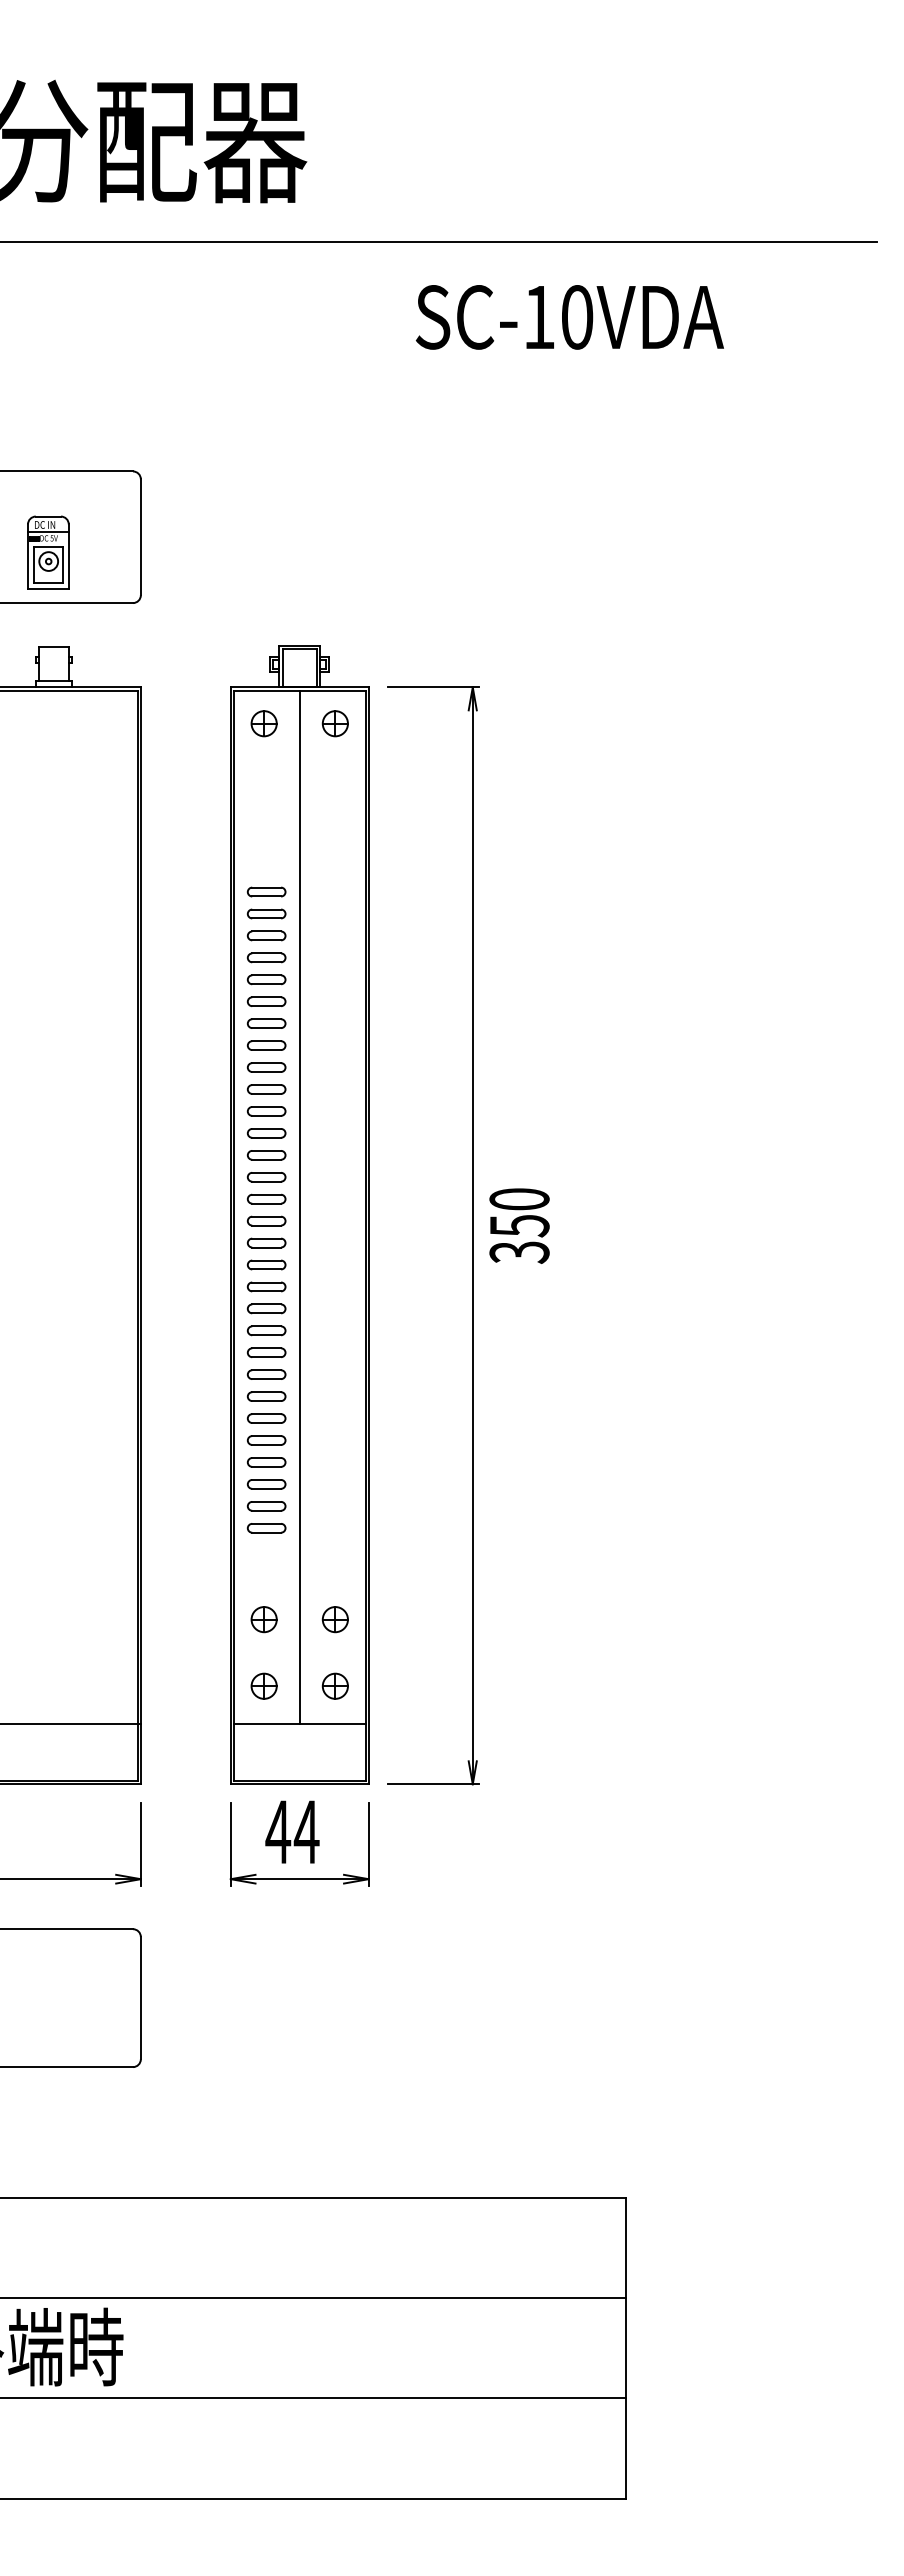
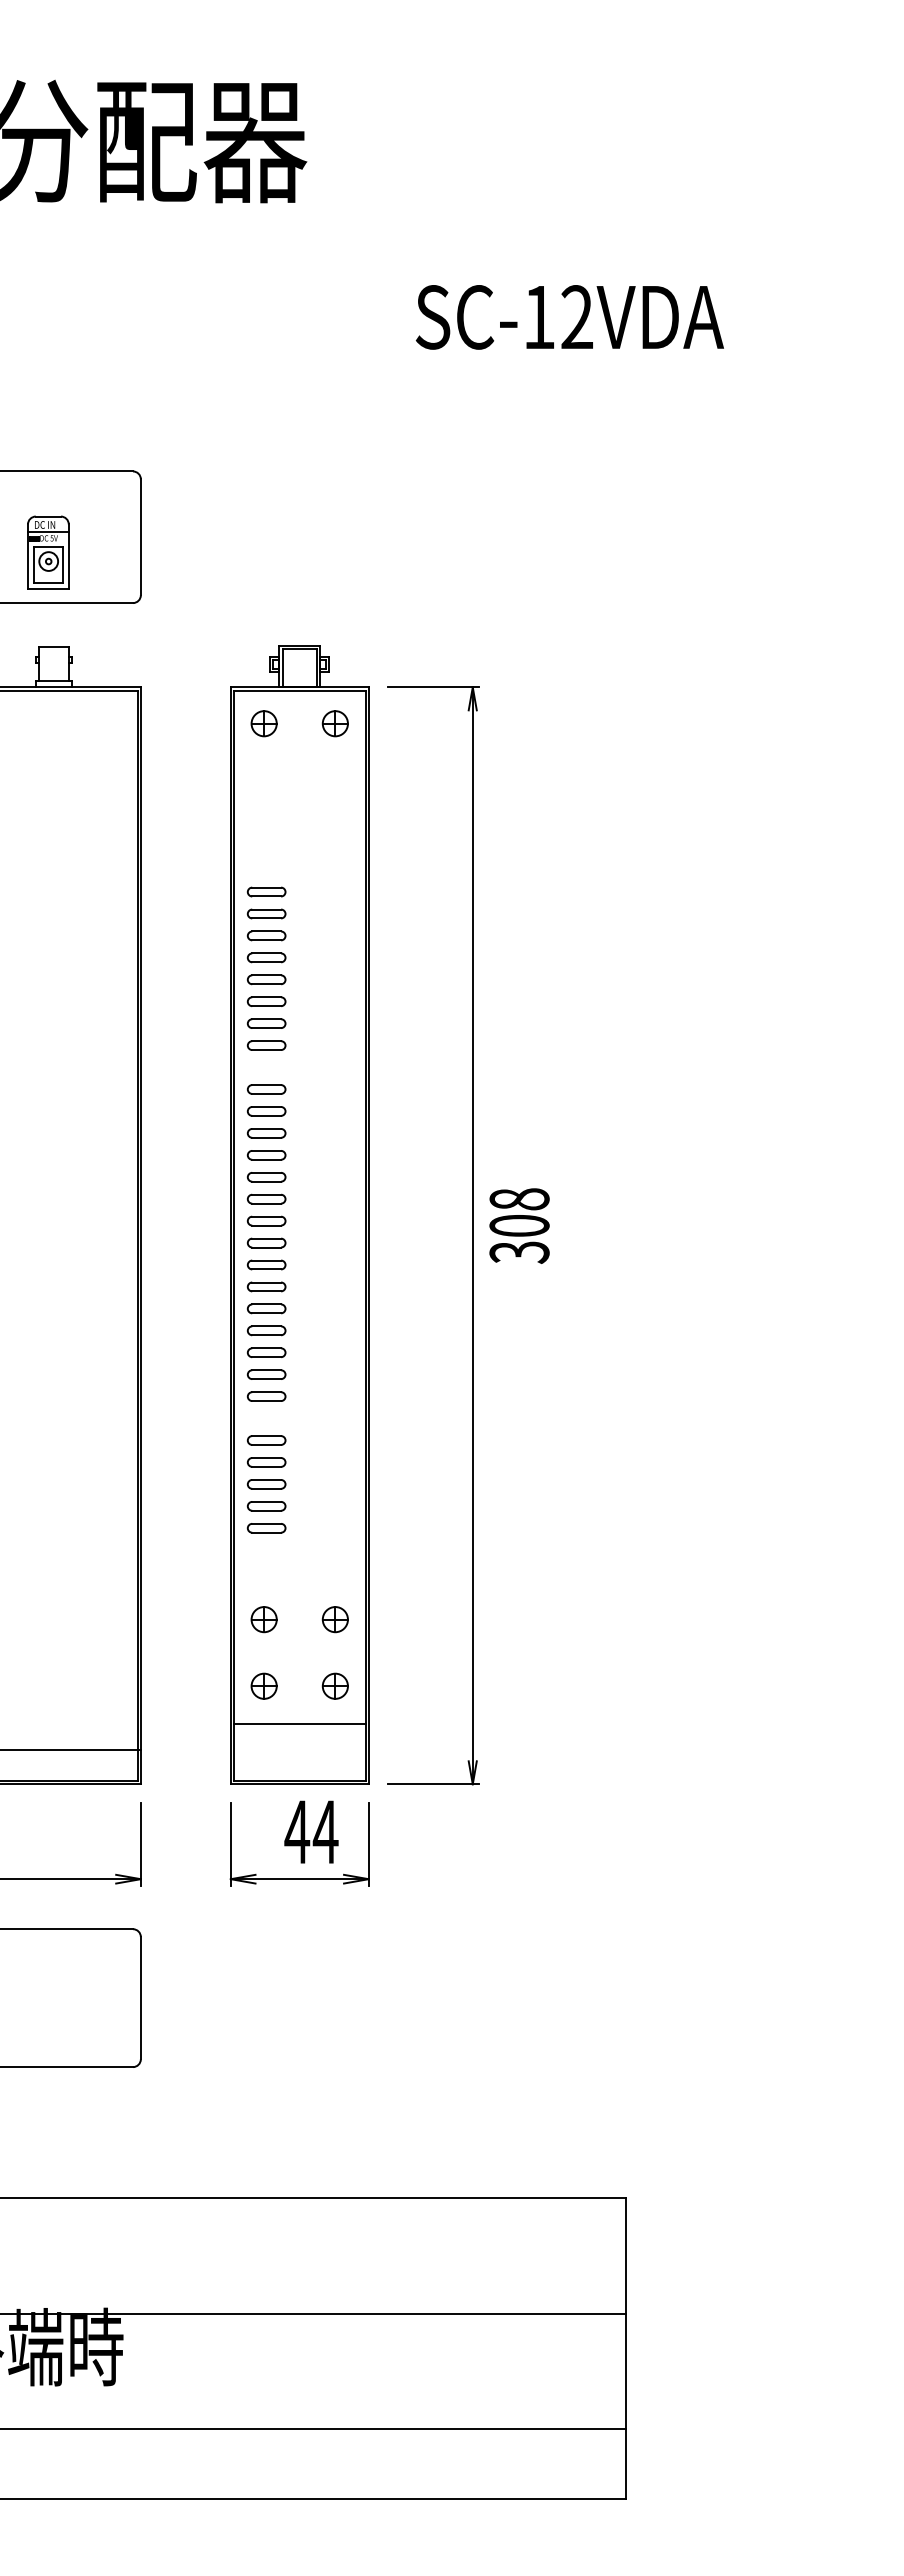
line at (439, 242): present -> none
text at (577, 317): SC-10VDA -> SC-12VDA
part at (266, 1067): present -> none
line at (299, 1206): present -> none
text at (519, 1212): 350 -> 308
part at (266, 1418): present -> none
line at (71, 1723) position: (71, 1723) -> (71, 1749)
text at (292, 1831) position: (292, 1831) -> (311, 1831)
line at (313, 2298) position: (313, 2298) -> (313, 2314)
line at (313, 2398) position: (313, 2398) -> (313, 2429)
